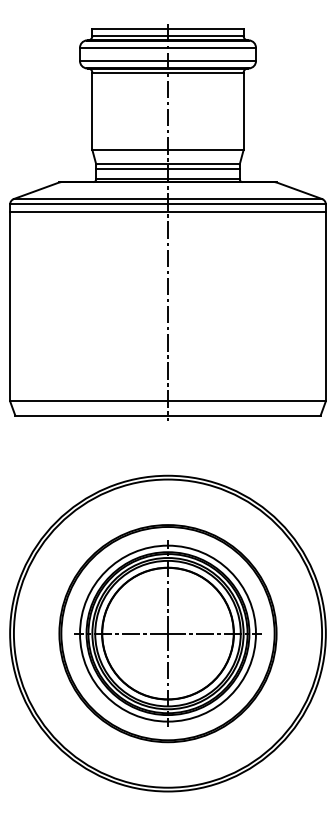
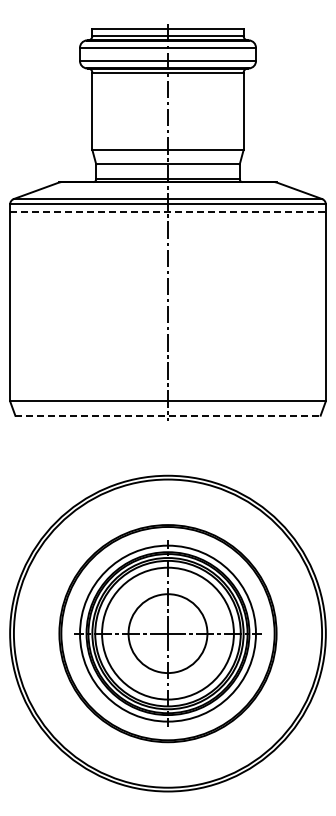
line at (167, 168): present -> none
line at (168, 211): solid -> dashed
line at (168, 415): solid -> dashed
circle at (167, 633) diameter: 131 px -> 79 px
